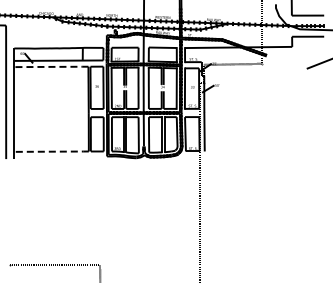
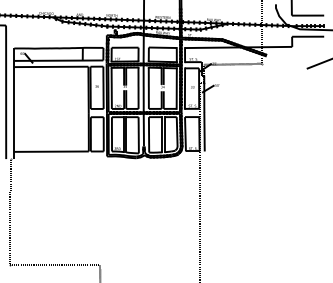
line at (52, 66): dashed -> solid
line at (52, 151): dashed -> solid
line at (10, 212): none -> present
